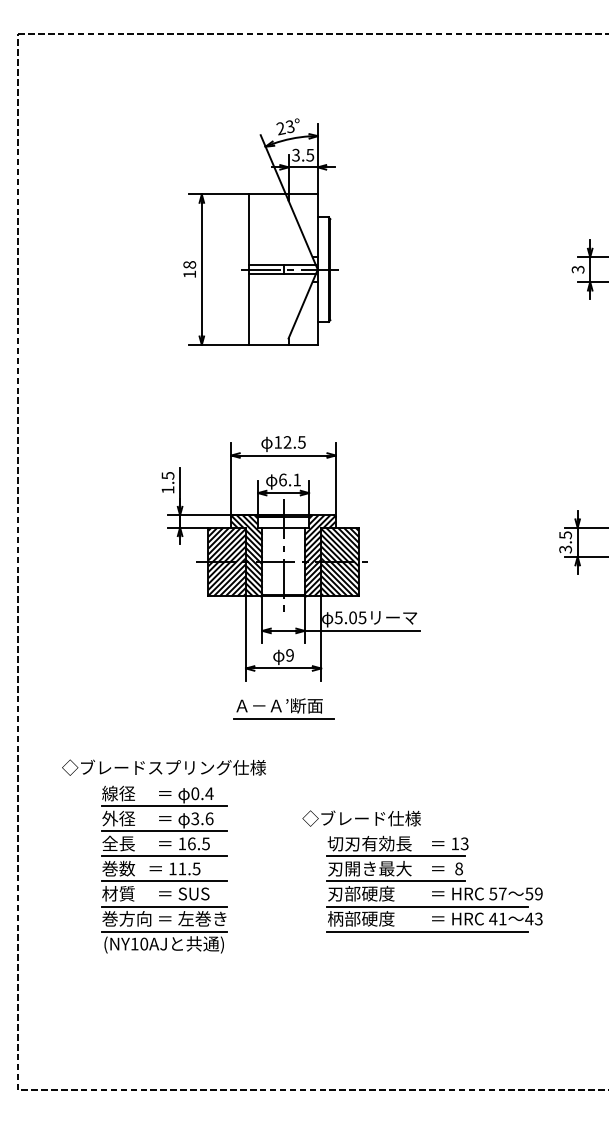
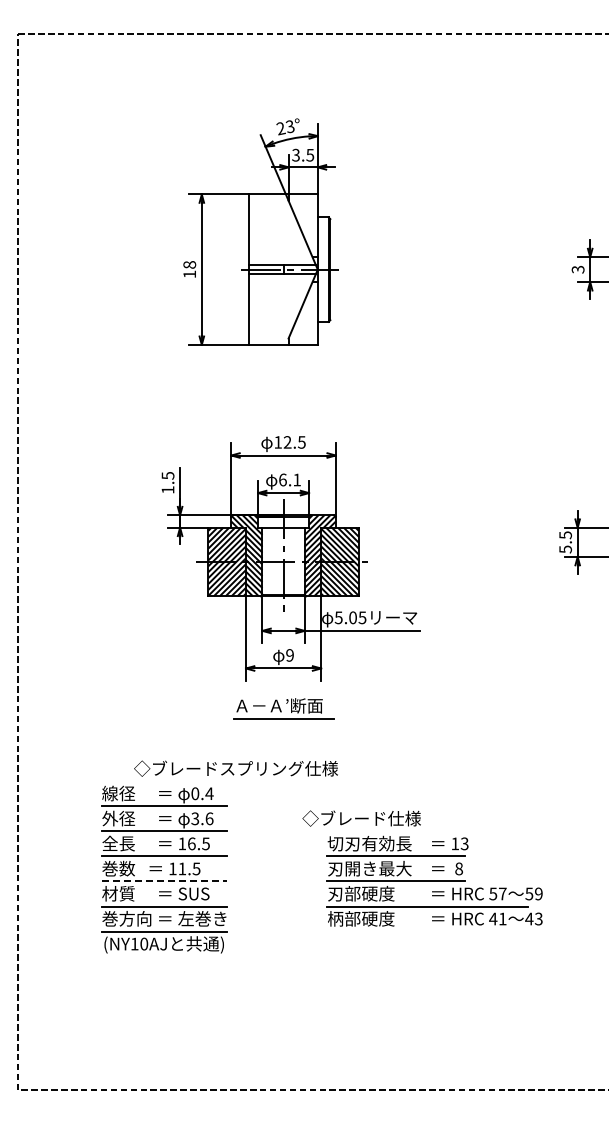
text at (565, 548): 3.5 -> 5.5
text at (163, 767) position: (163, 767) -> (235, 768)
line at (164, 881): solid -> dashed
line at (427, 931): present -> none
